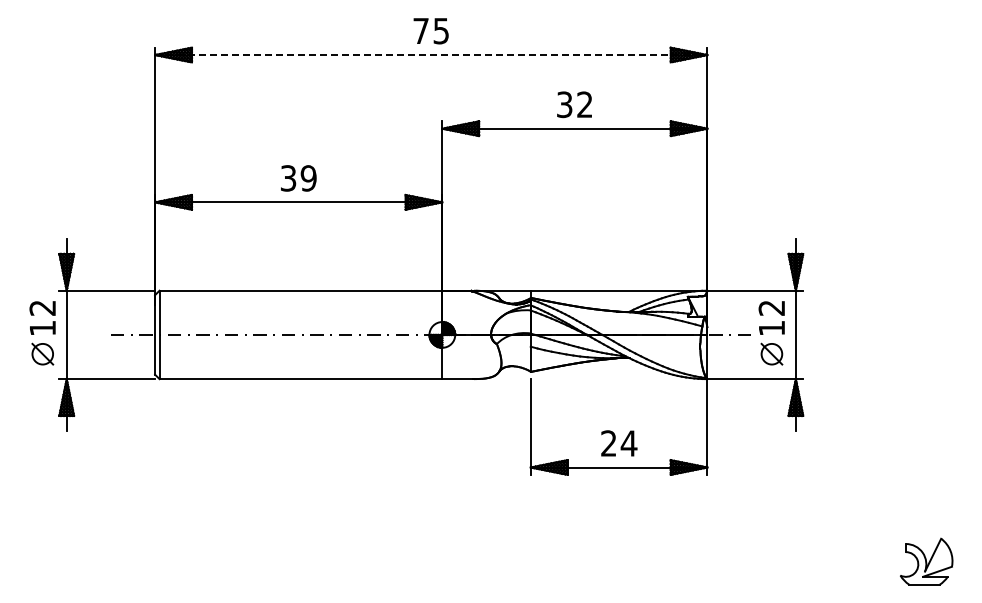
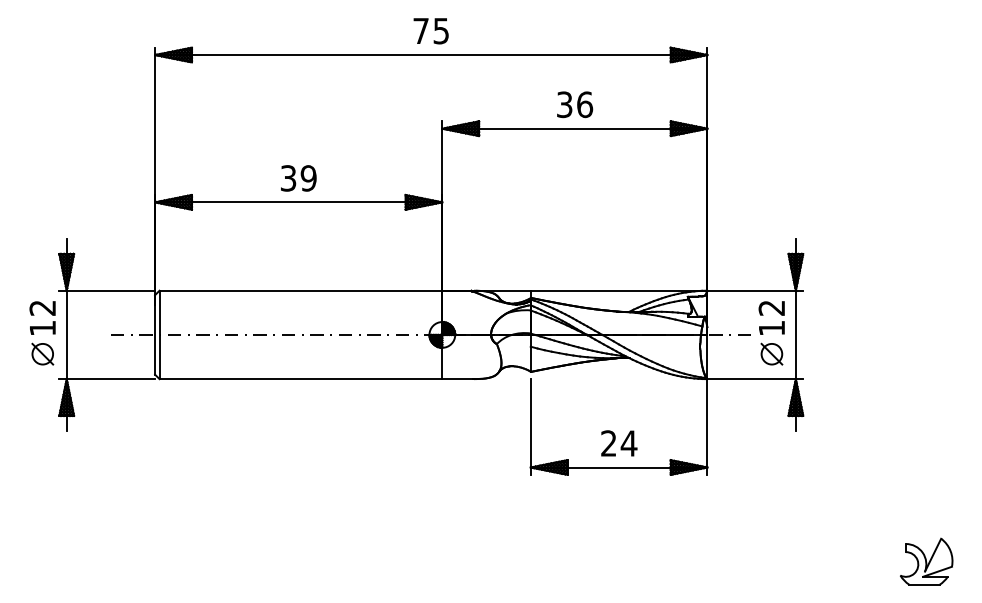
line at (431, 55): dashed -> solid
text at (585, 104): 32 -> 36
